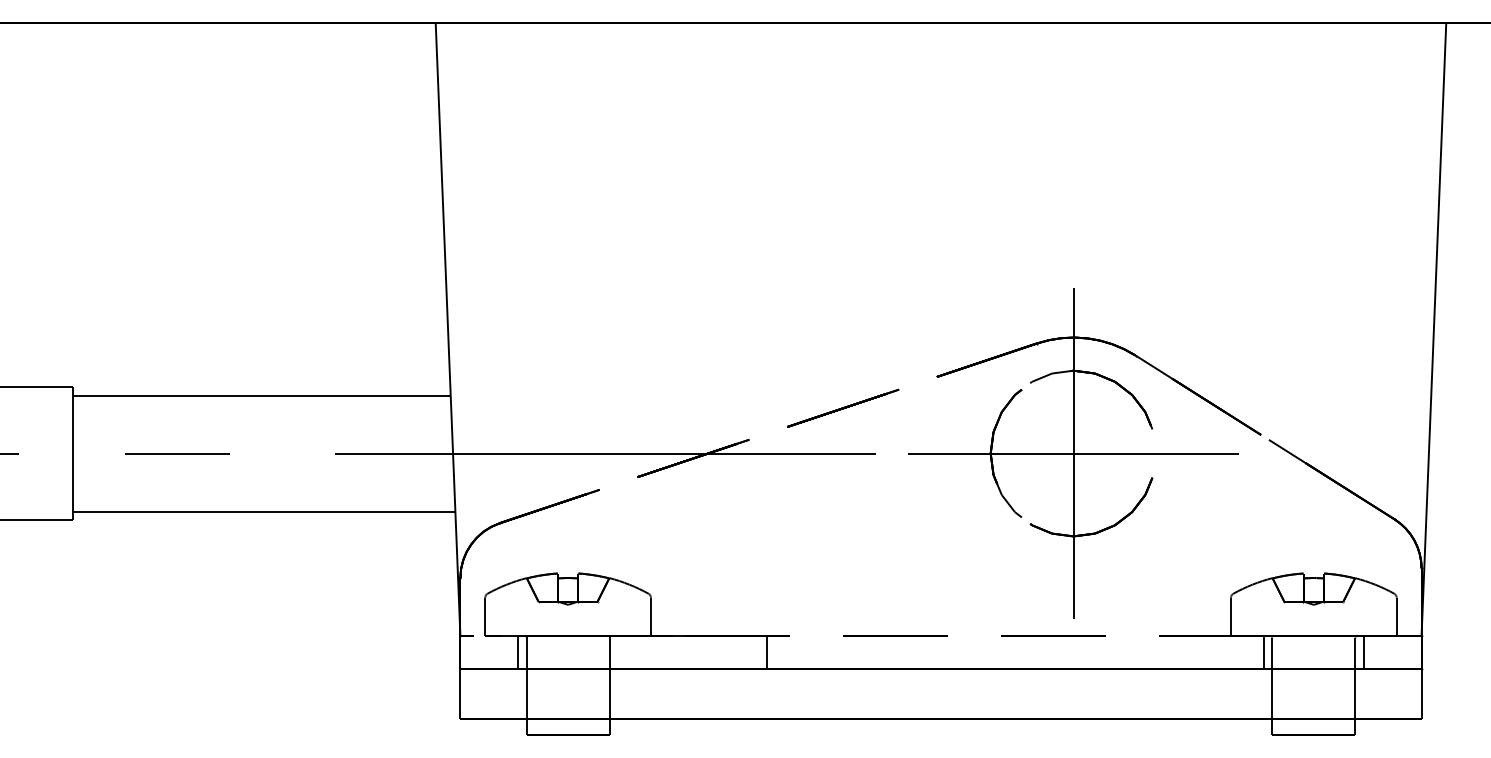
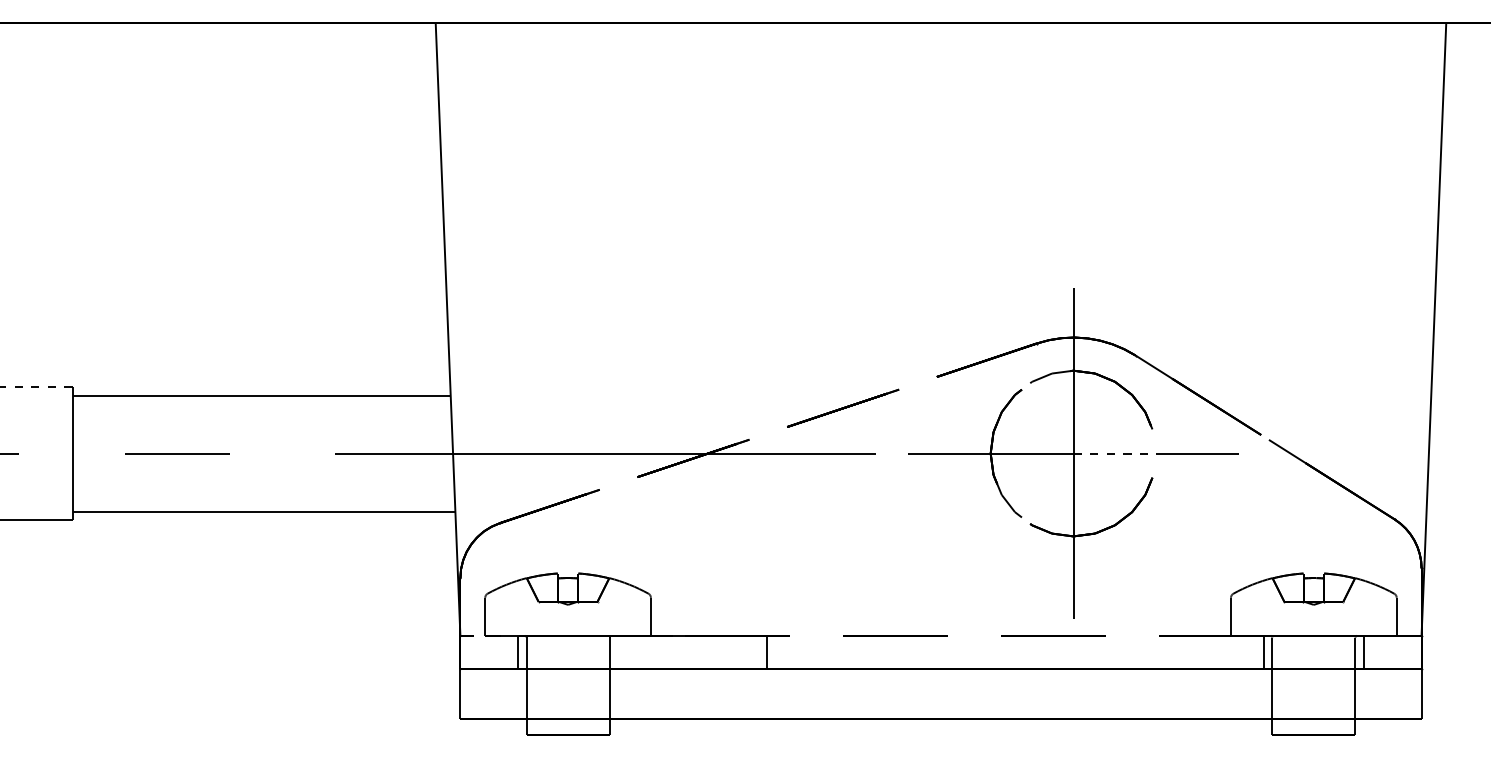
line at (36, 387): solid -> dashed
line at (1115, 453): solid -> dashed
